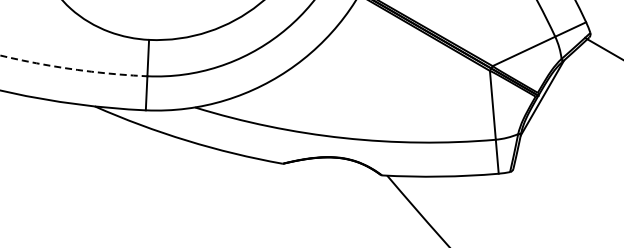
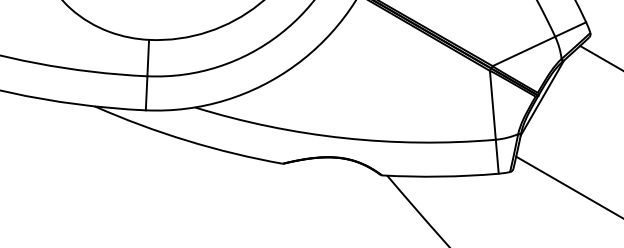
line at (602, 47) position: (602, 47) -> (600, 57)
arc at (73, 69): dashed -> solid
line at (568, 186): none -> present
